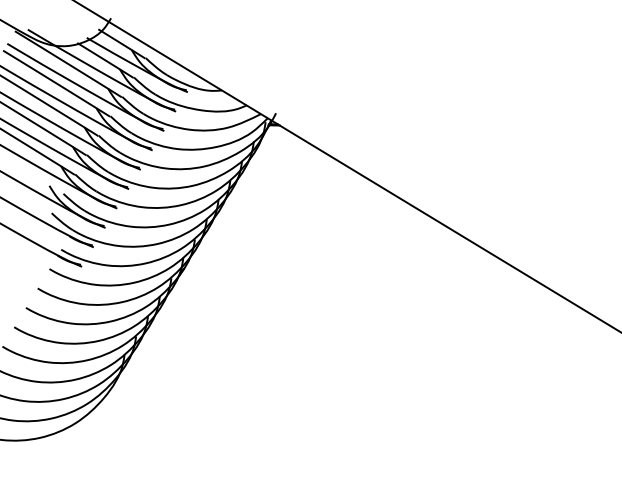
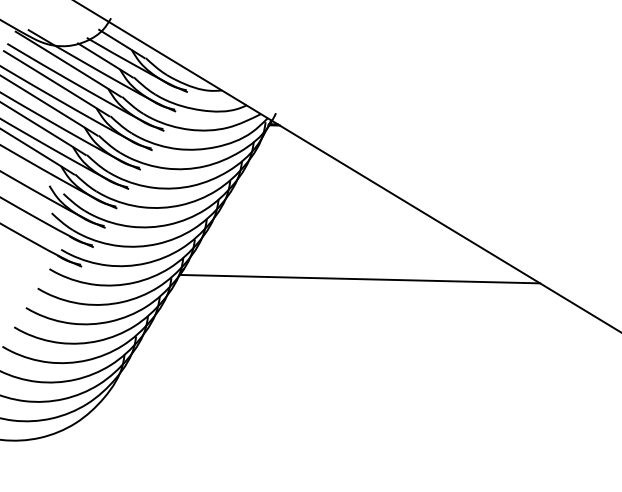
line at (359, 278): none -> present
